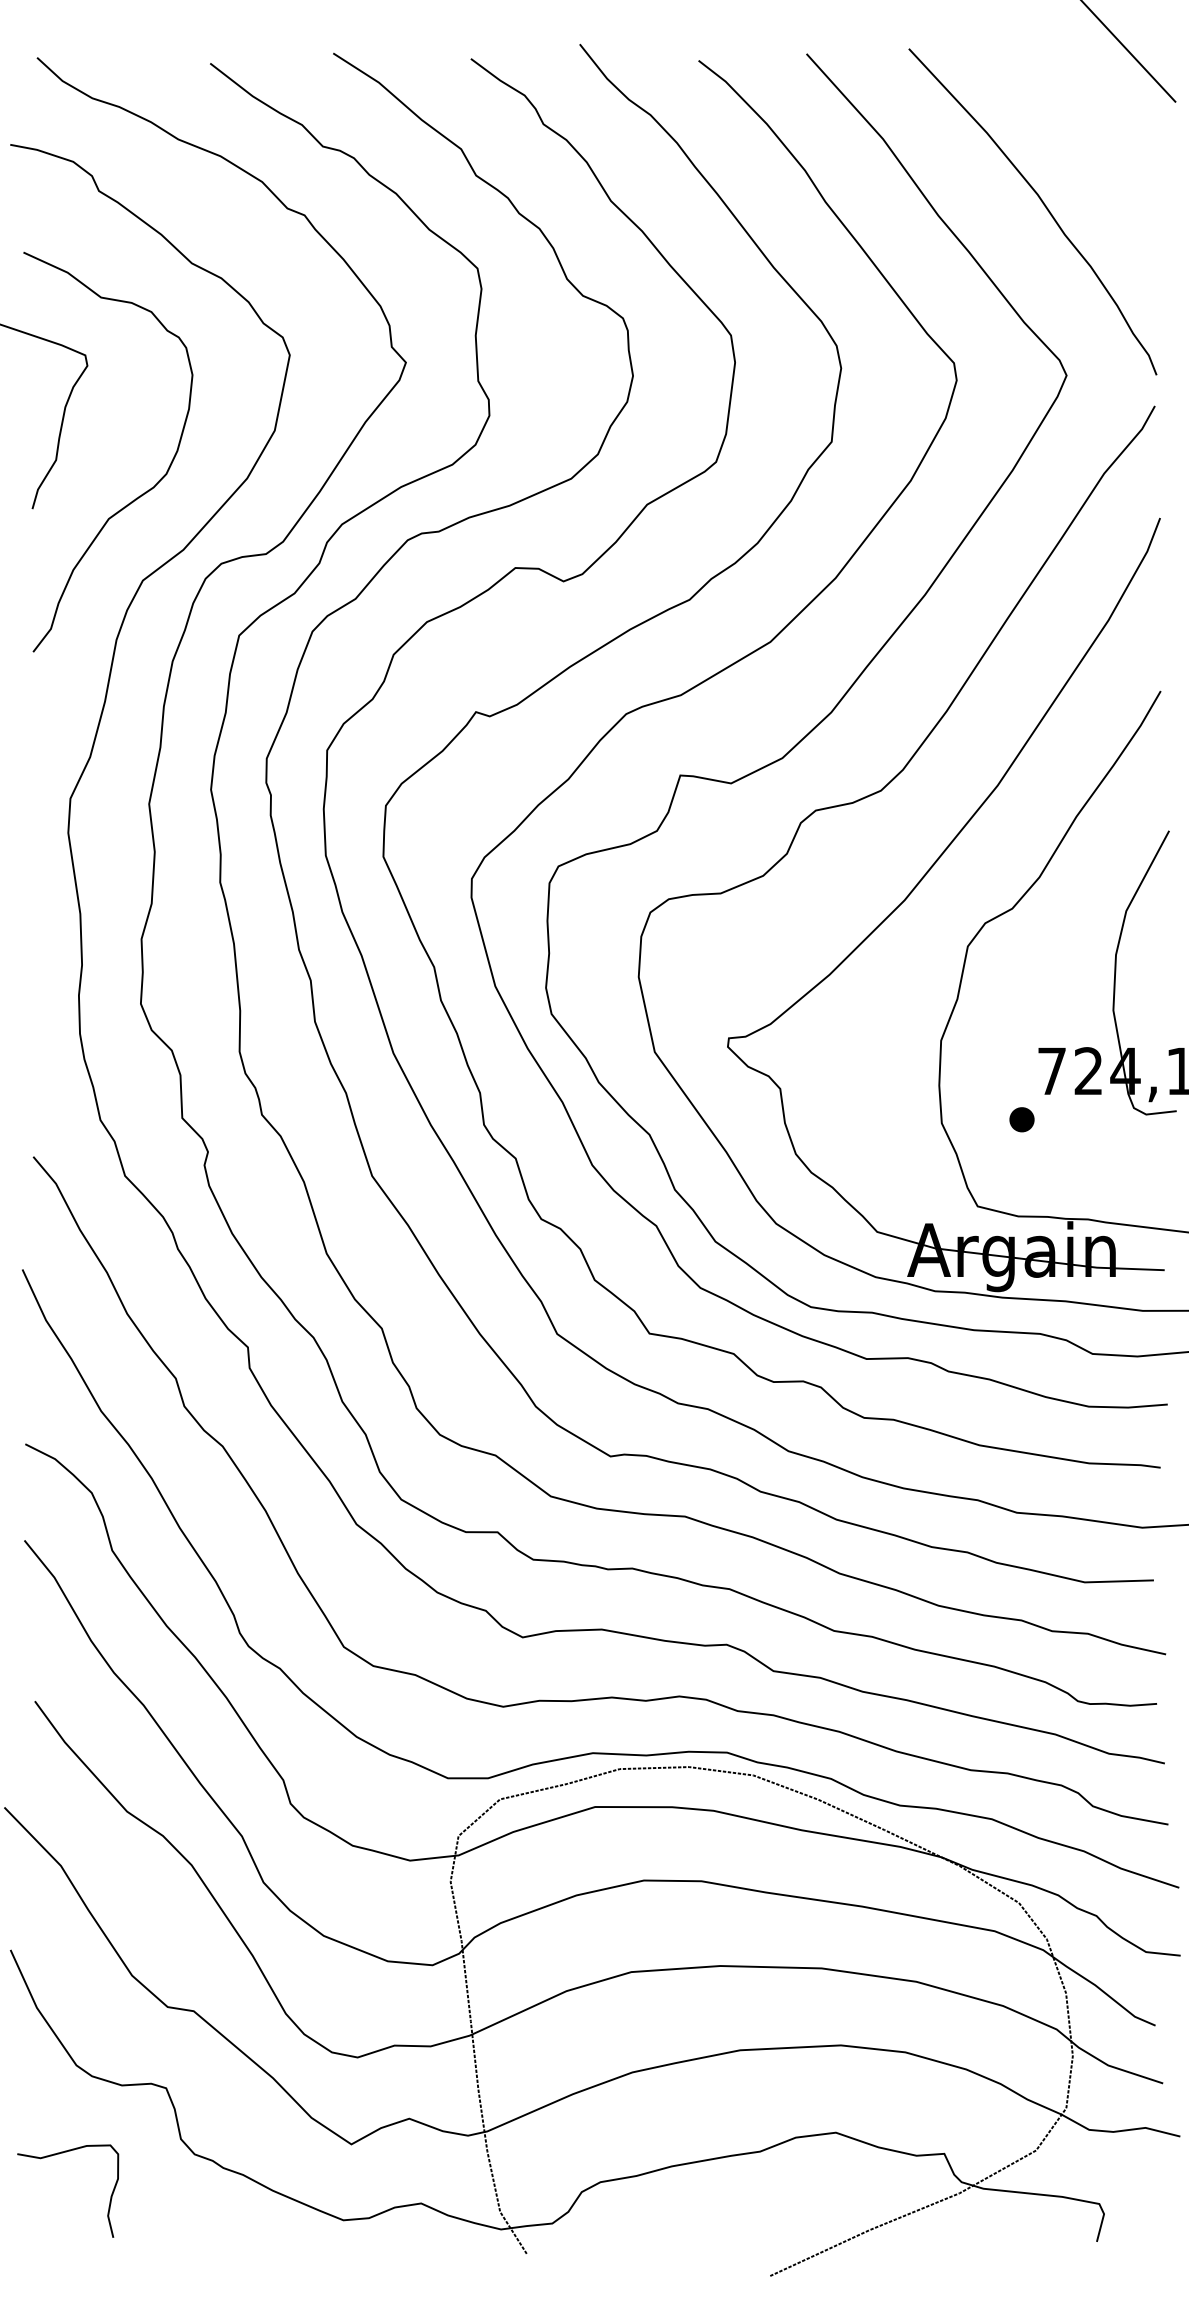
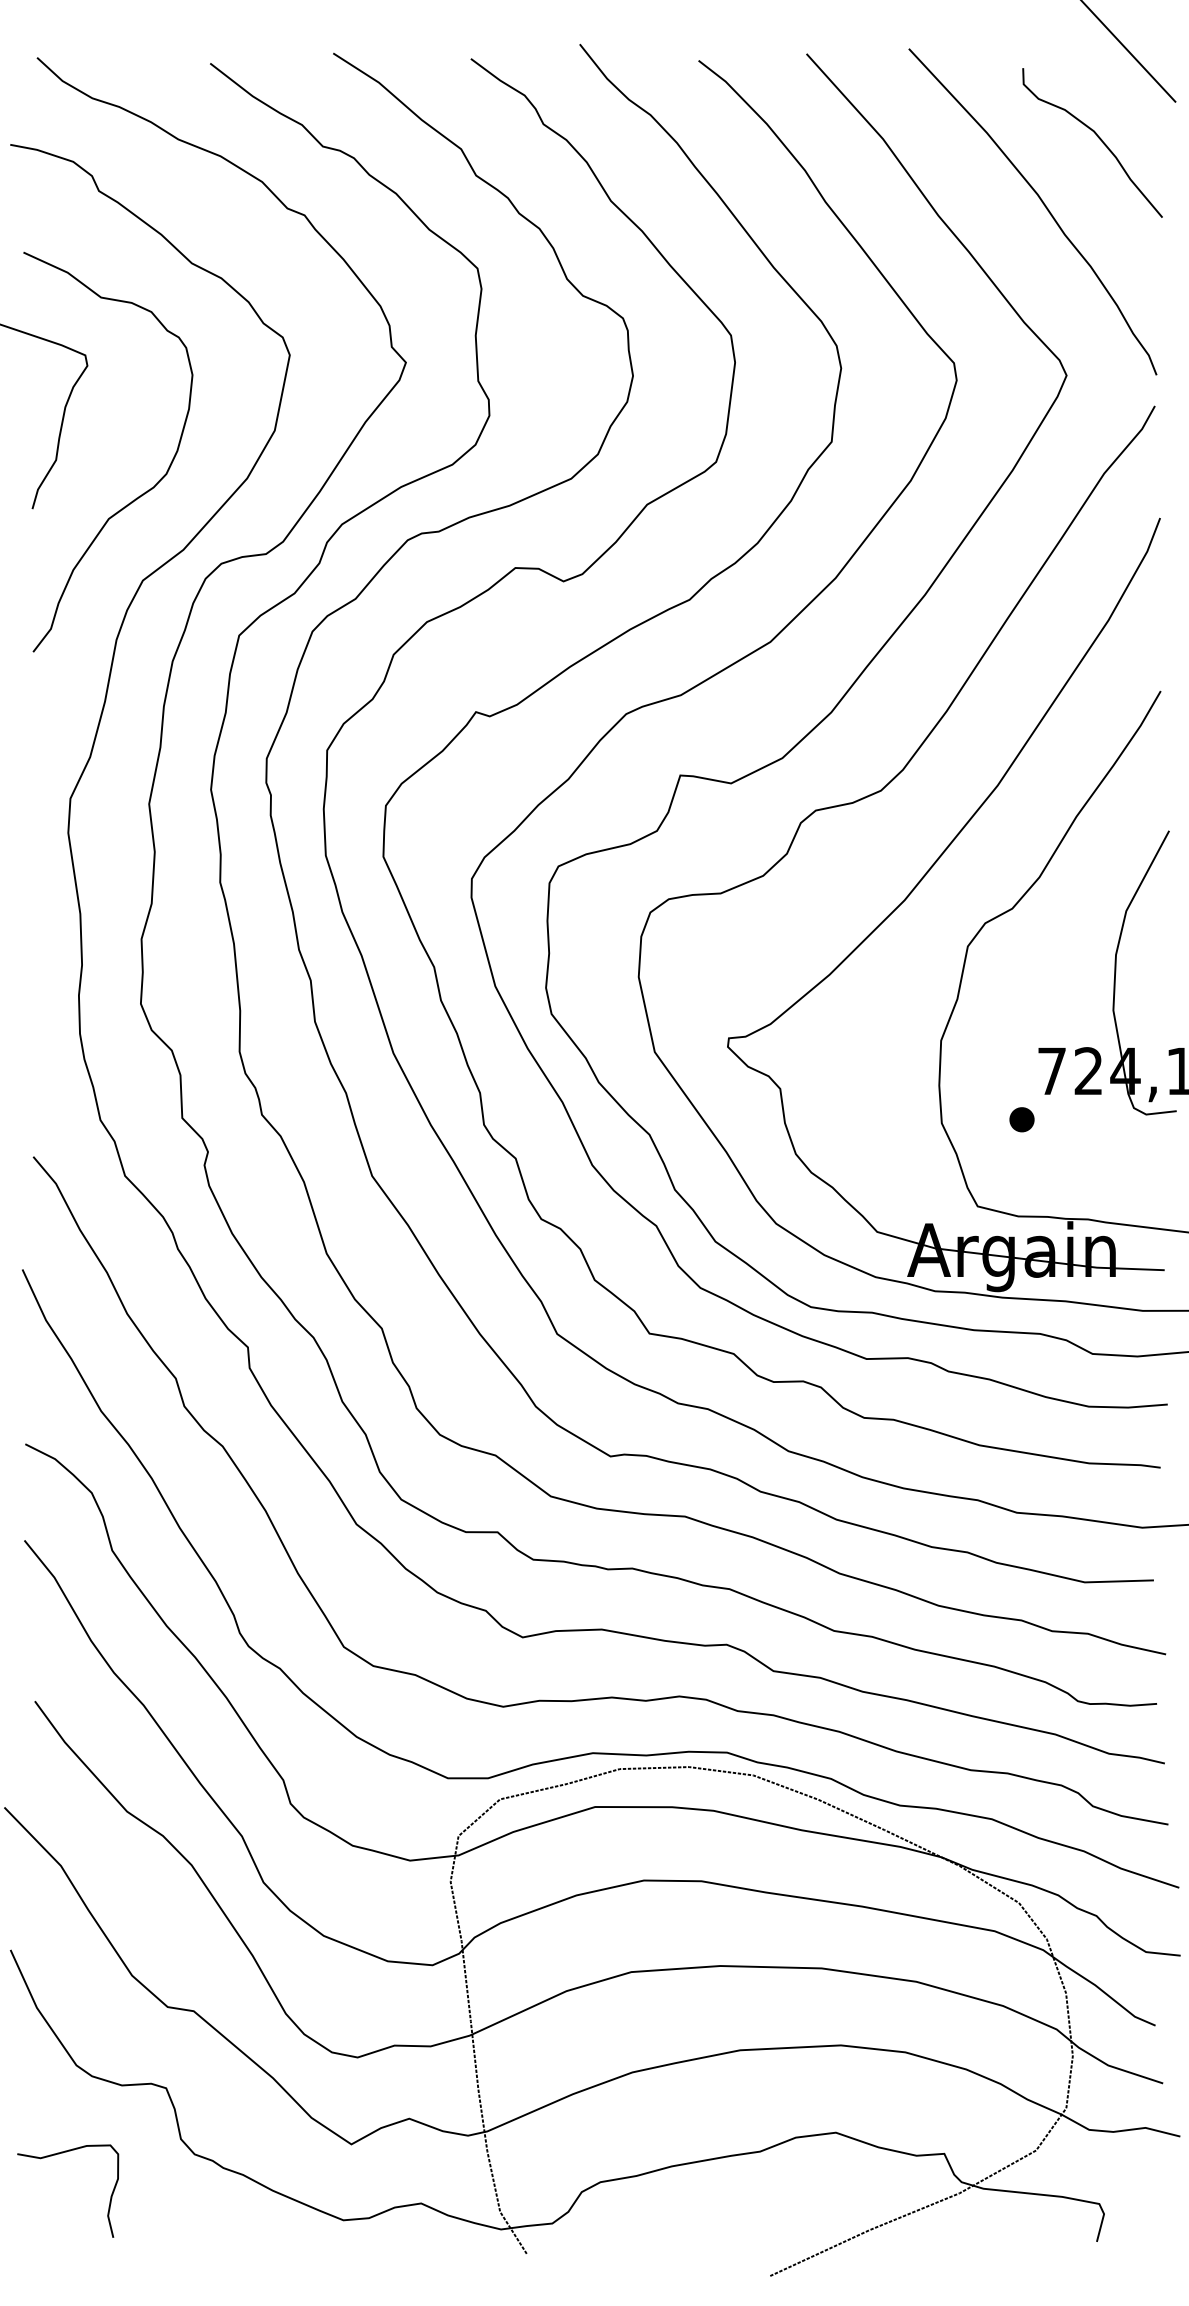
curve at (1097, 137): none -> present
